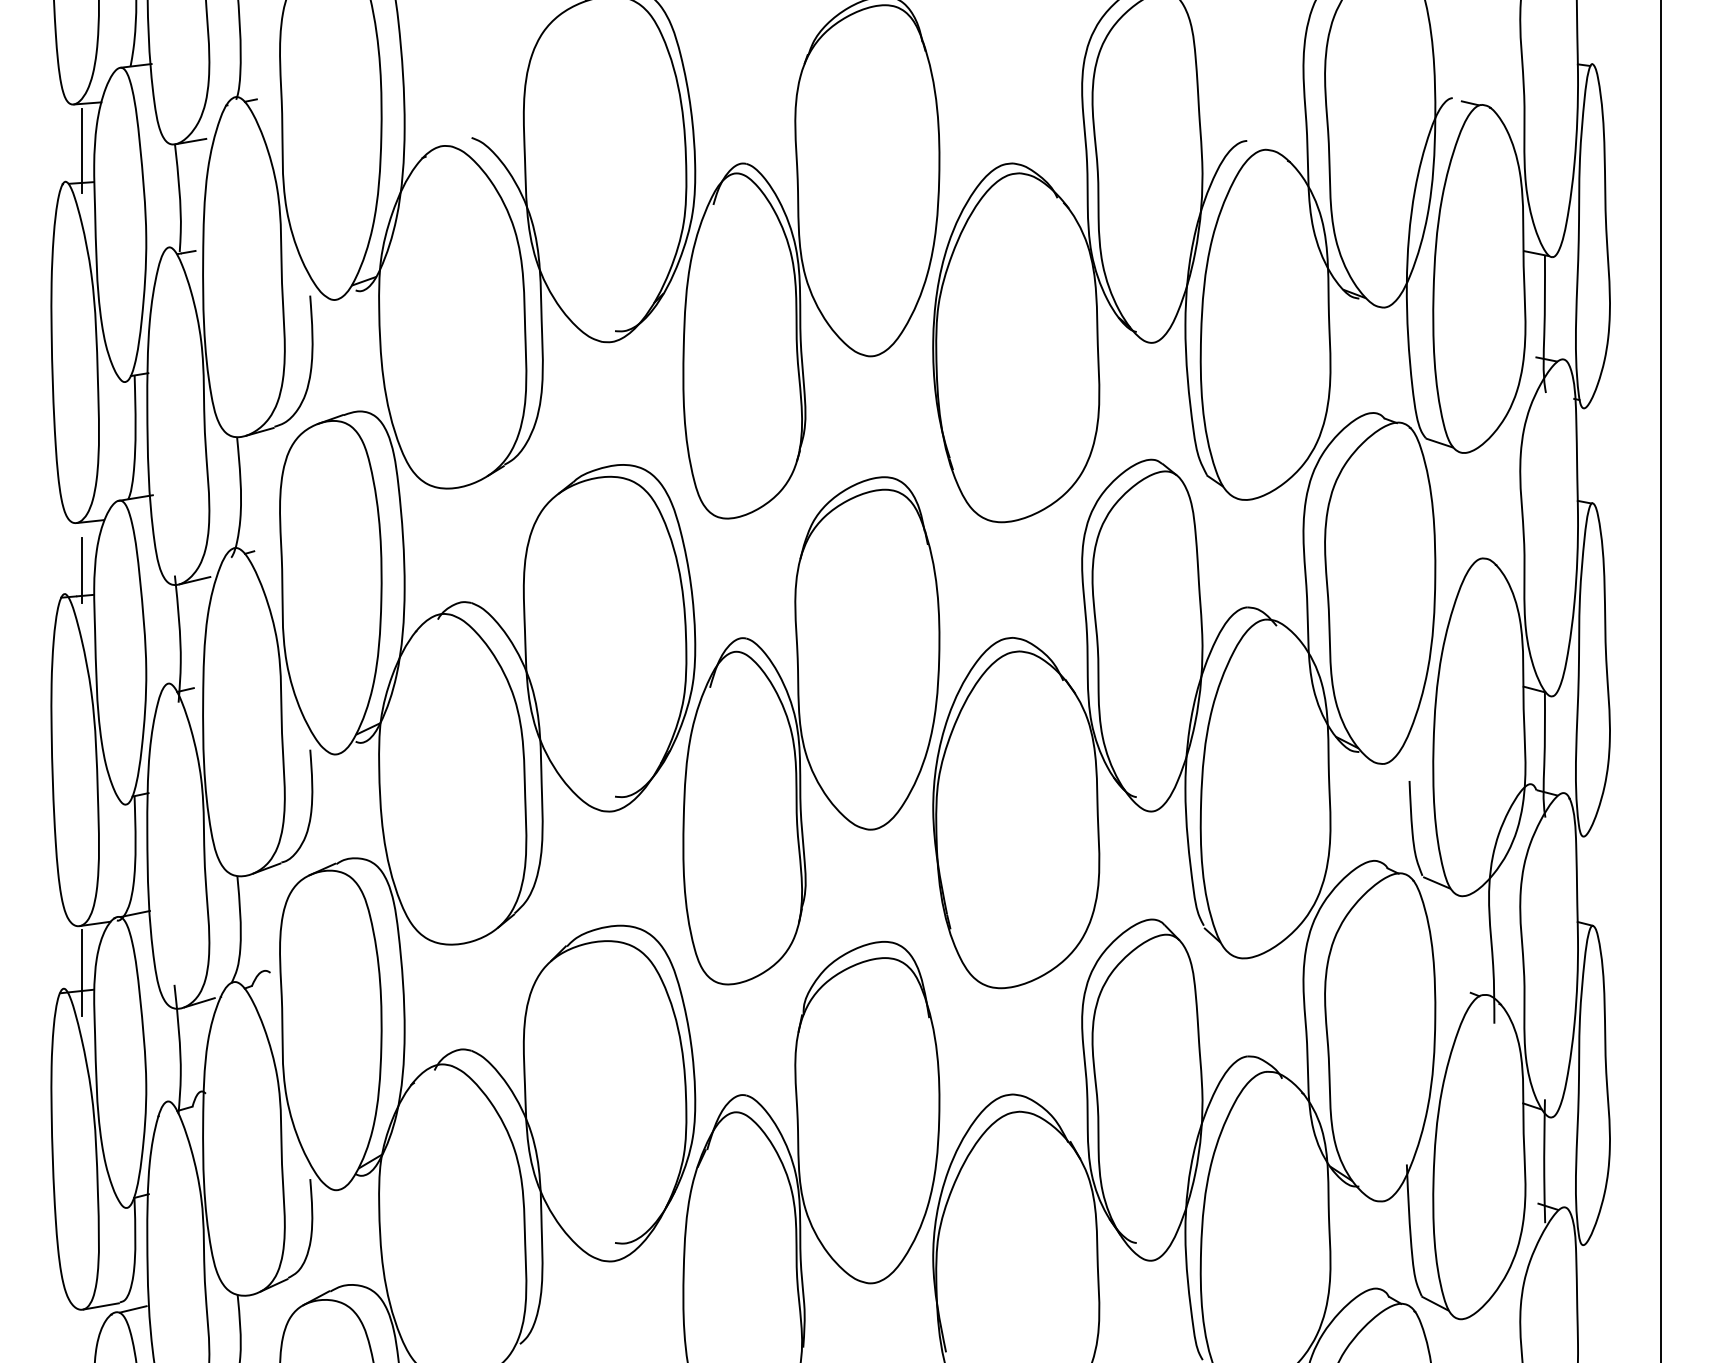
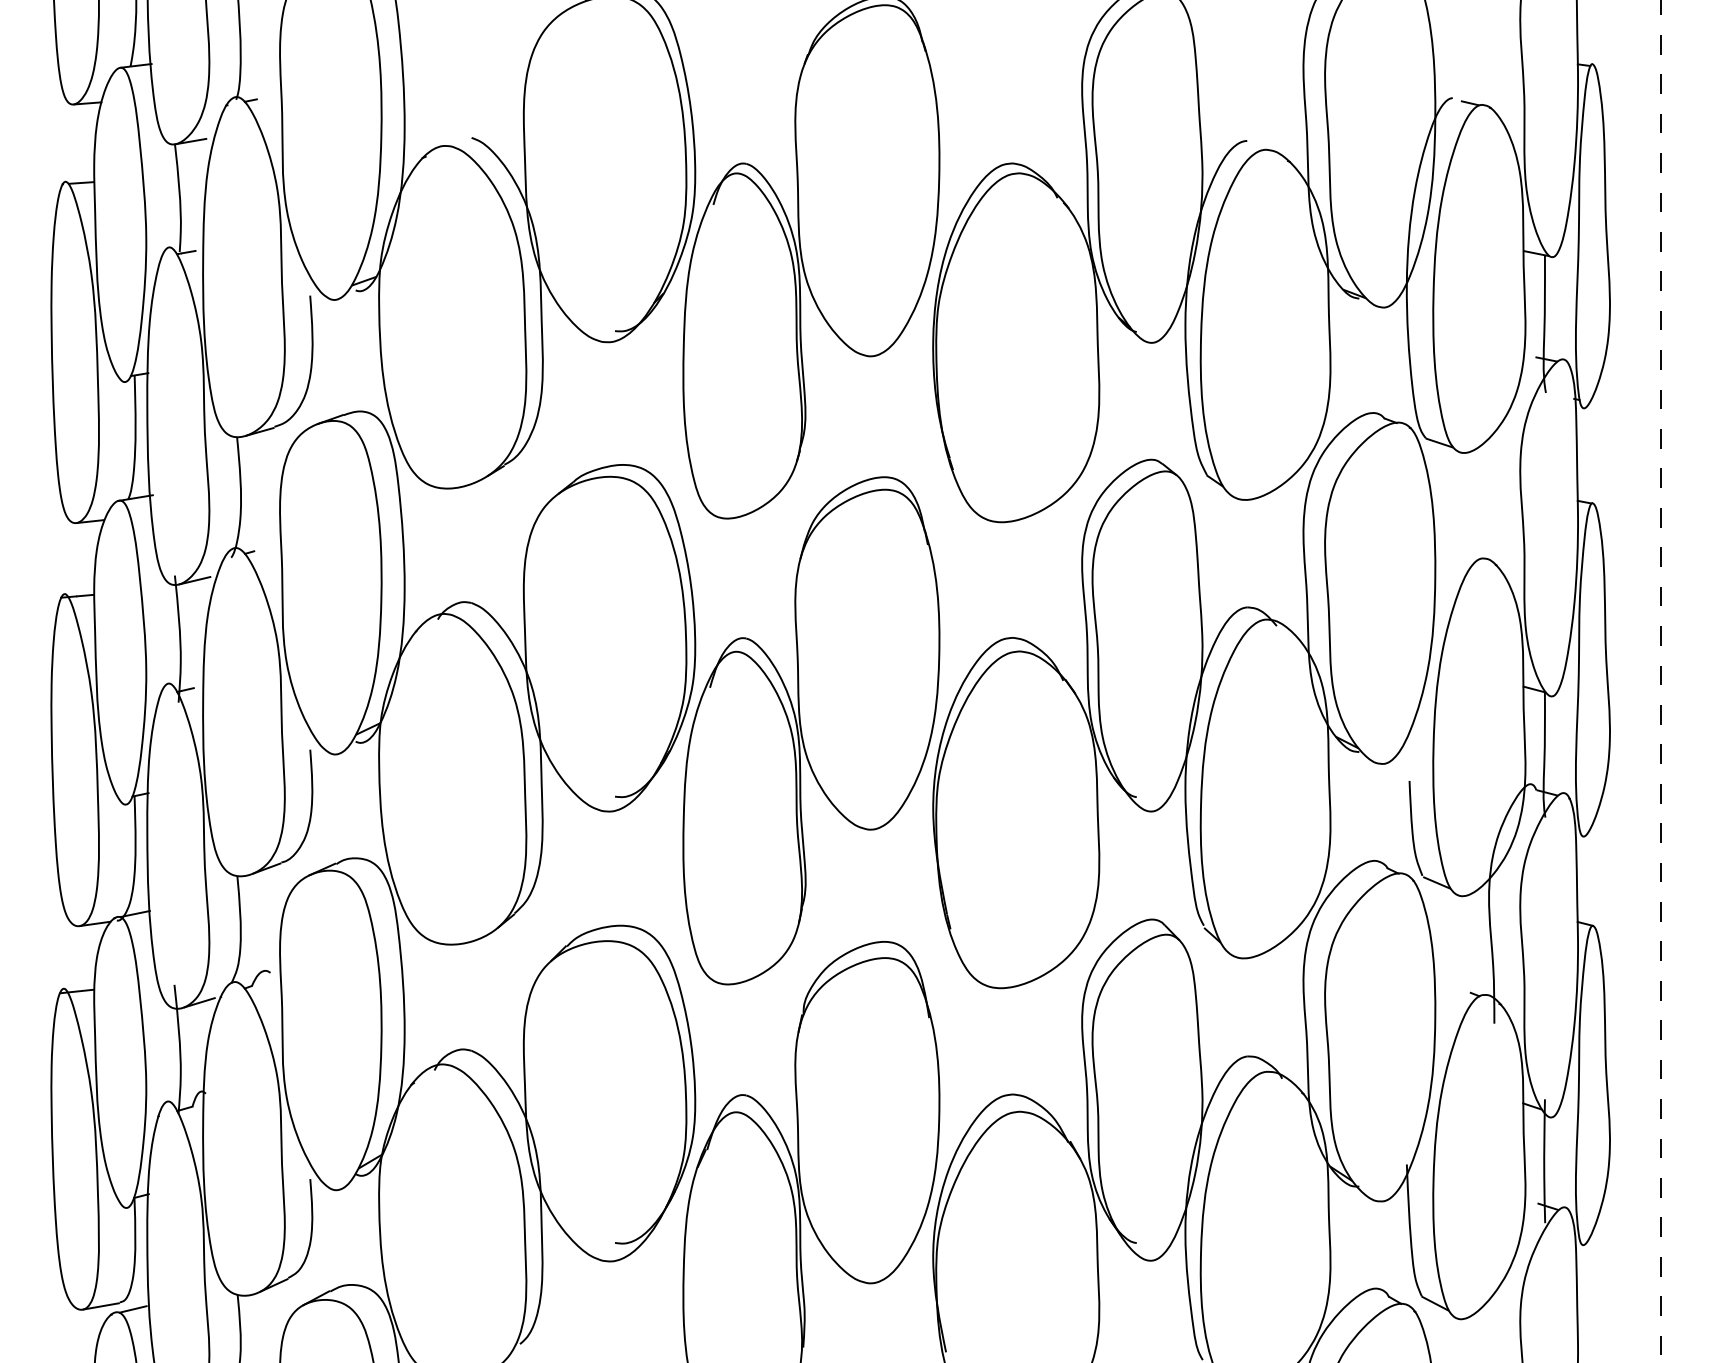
line at (82, 150): present -> none
line at (82, 570): present -> none
line at (1660, 680): solid -> dashed
line at (82, 972): present -> none
